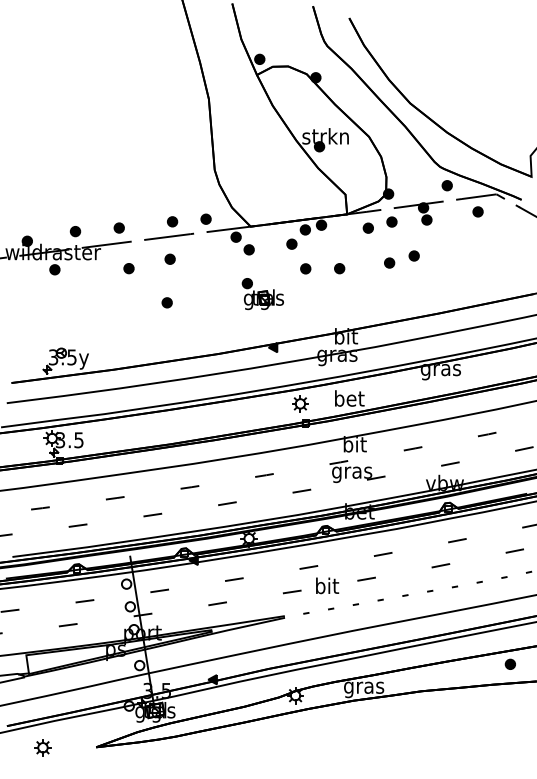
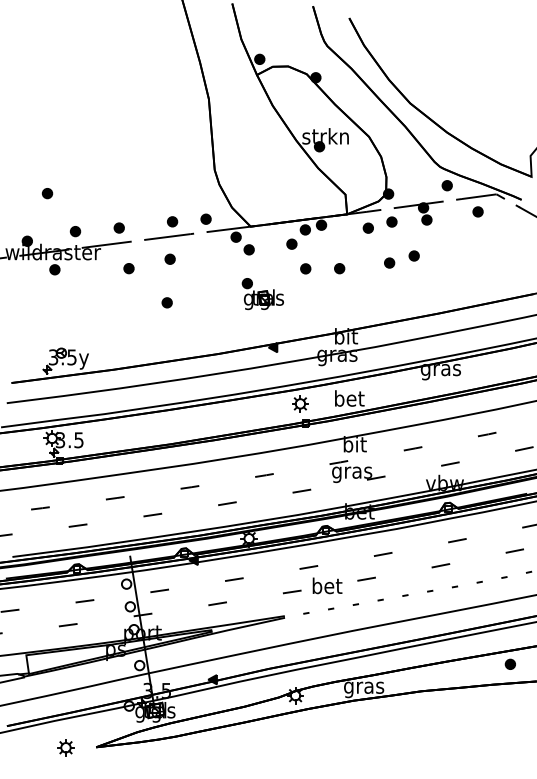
part at (47, 193): none -> present
text at (327, 585): bit -> bet
part at (42, 747) position: (42, 747) -> (65, 747)
